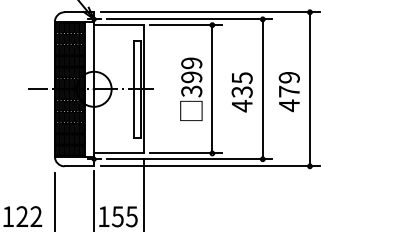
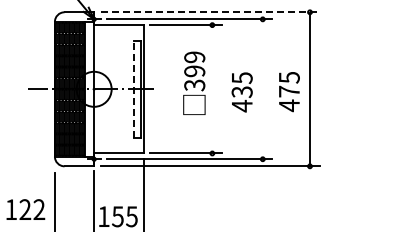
line at (210, 12): solid -> dashed
text at (288, 77): 479 -> 475
line at (134, 88): solid -> dashed
text at (191, 88) position: (191, 88) -> (194, 82)
line at (212, 88): present -> none
line at (262, 89): present -> none
text at (22, 216) position: (22, 216) -> (25, 209)
